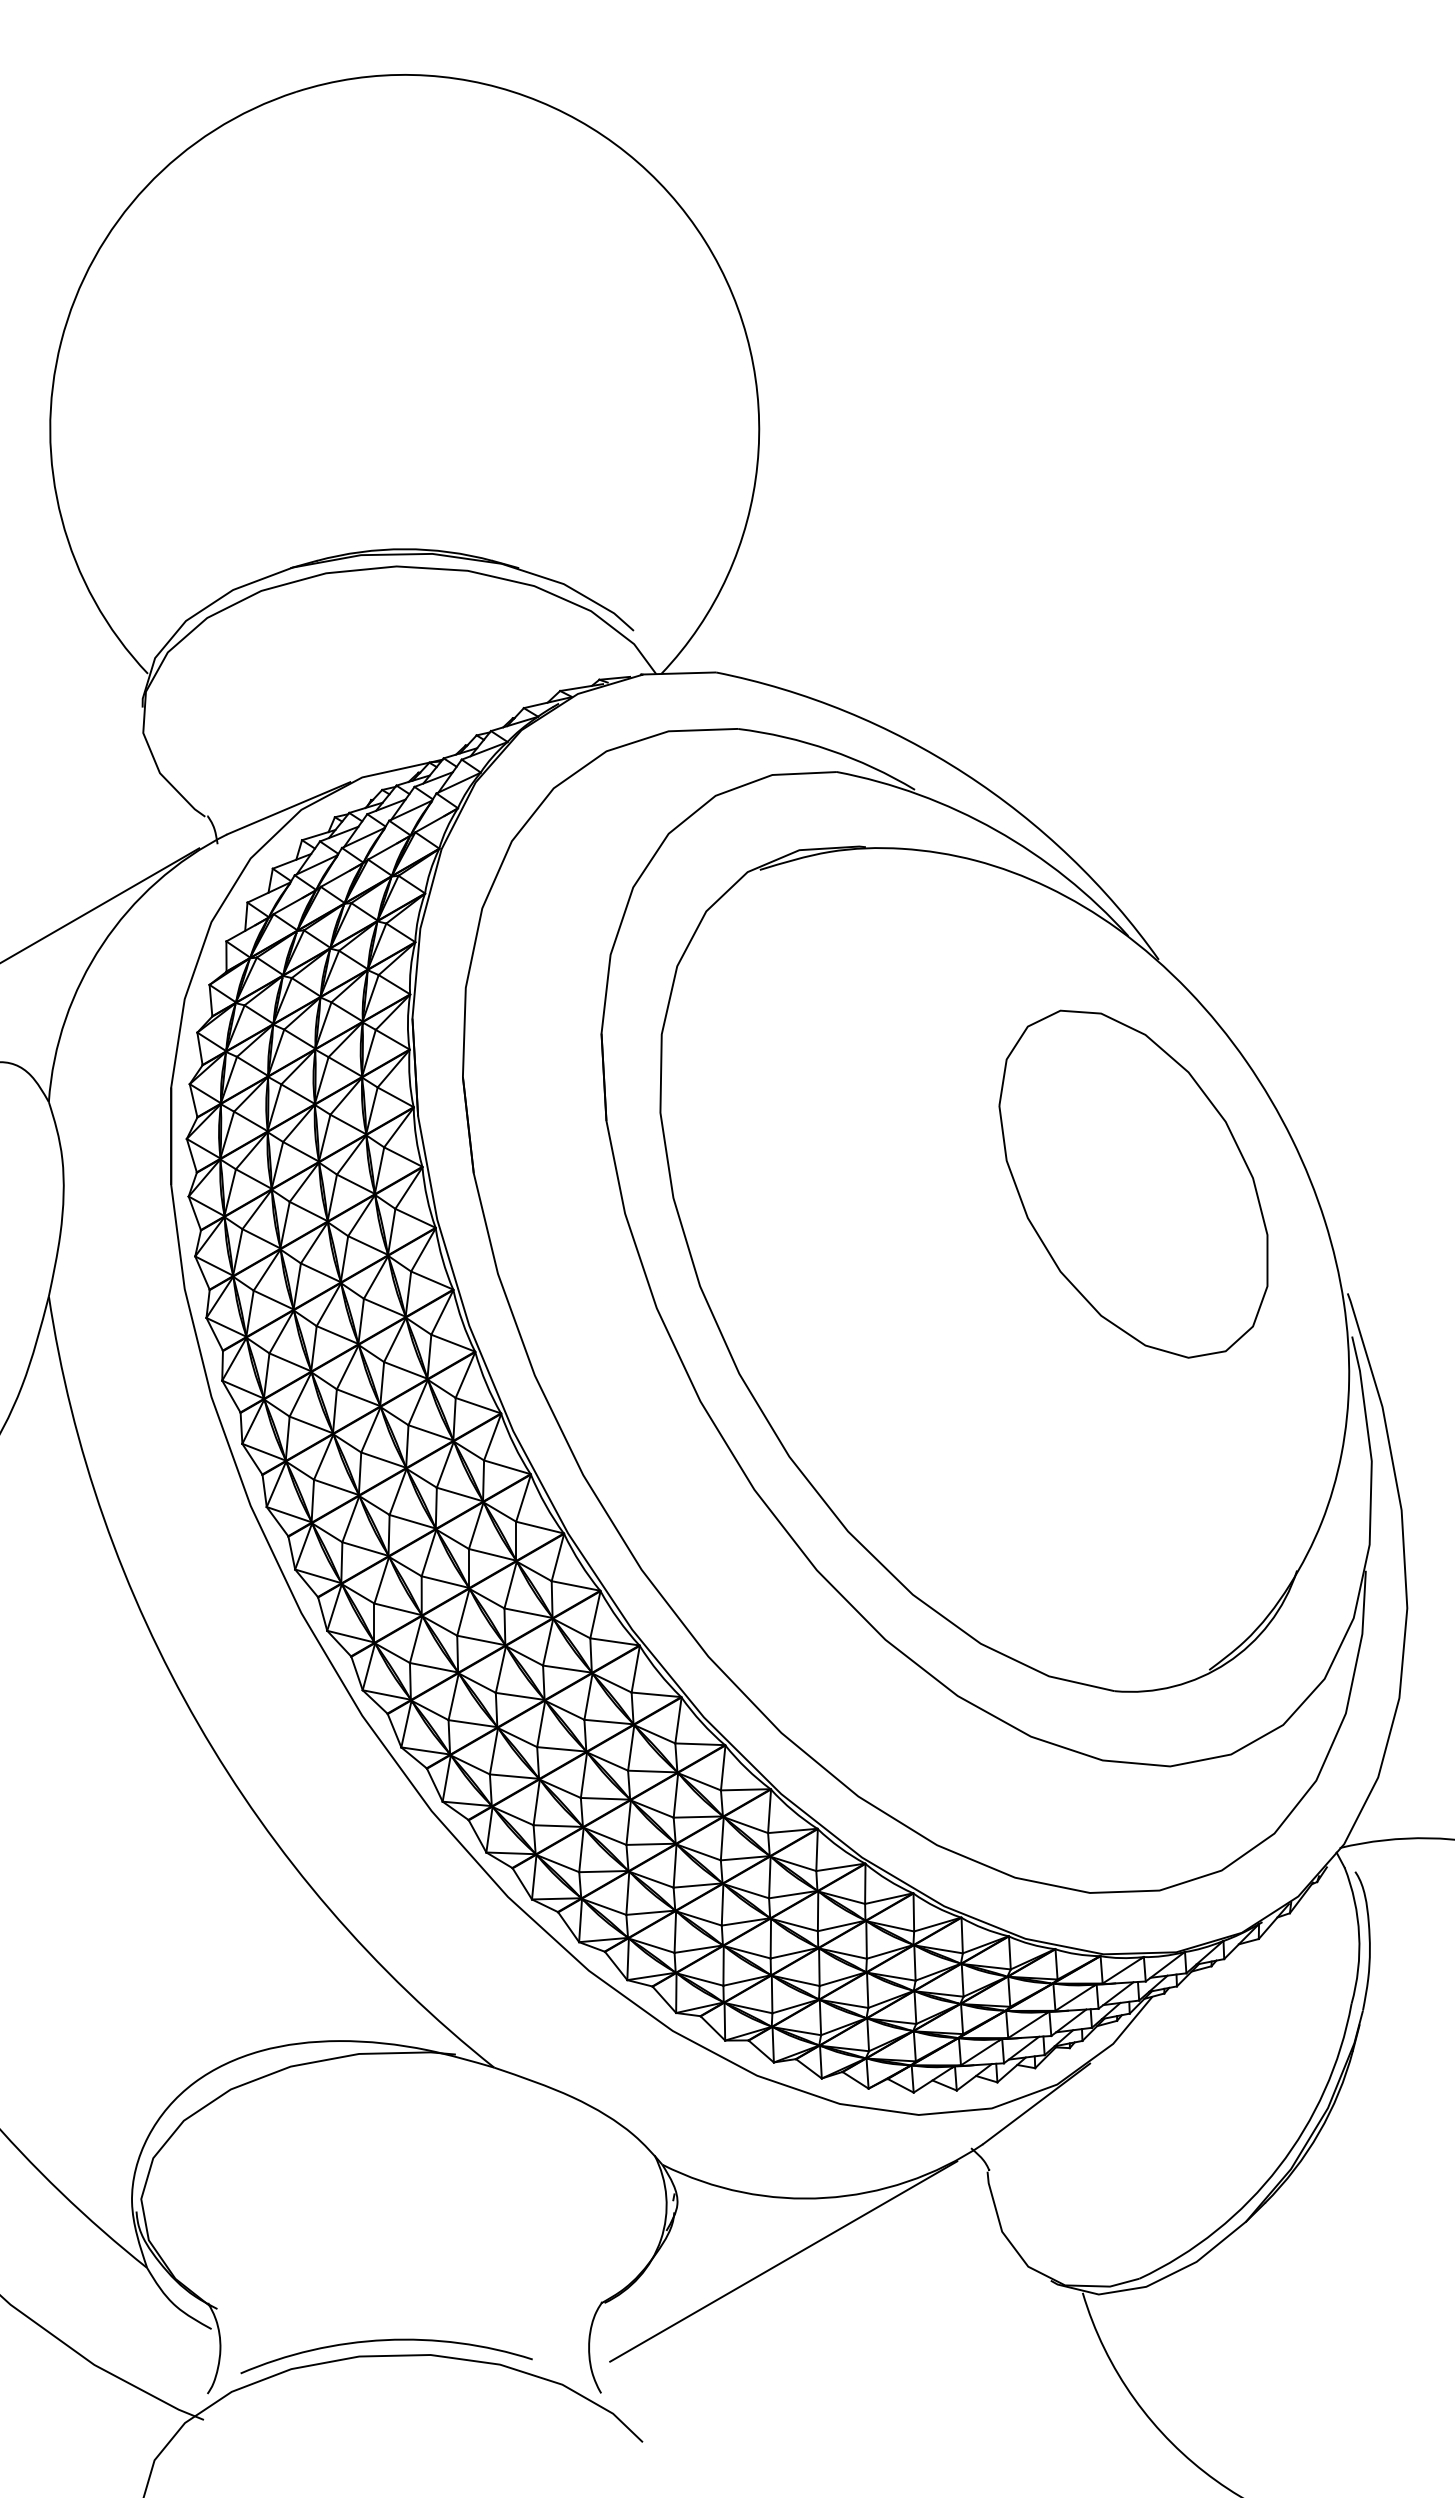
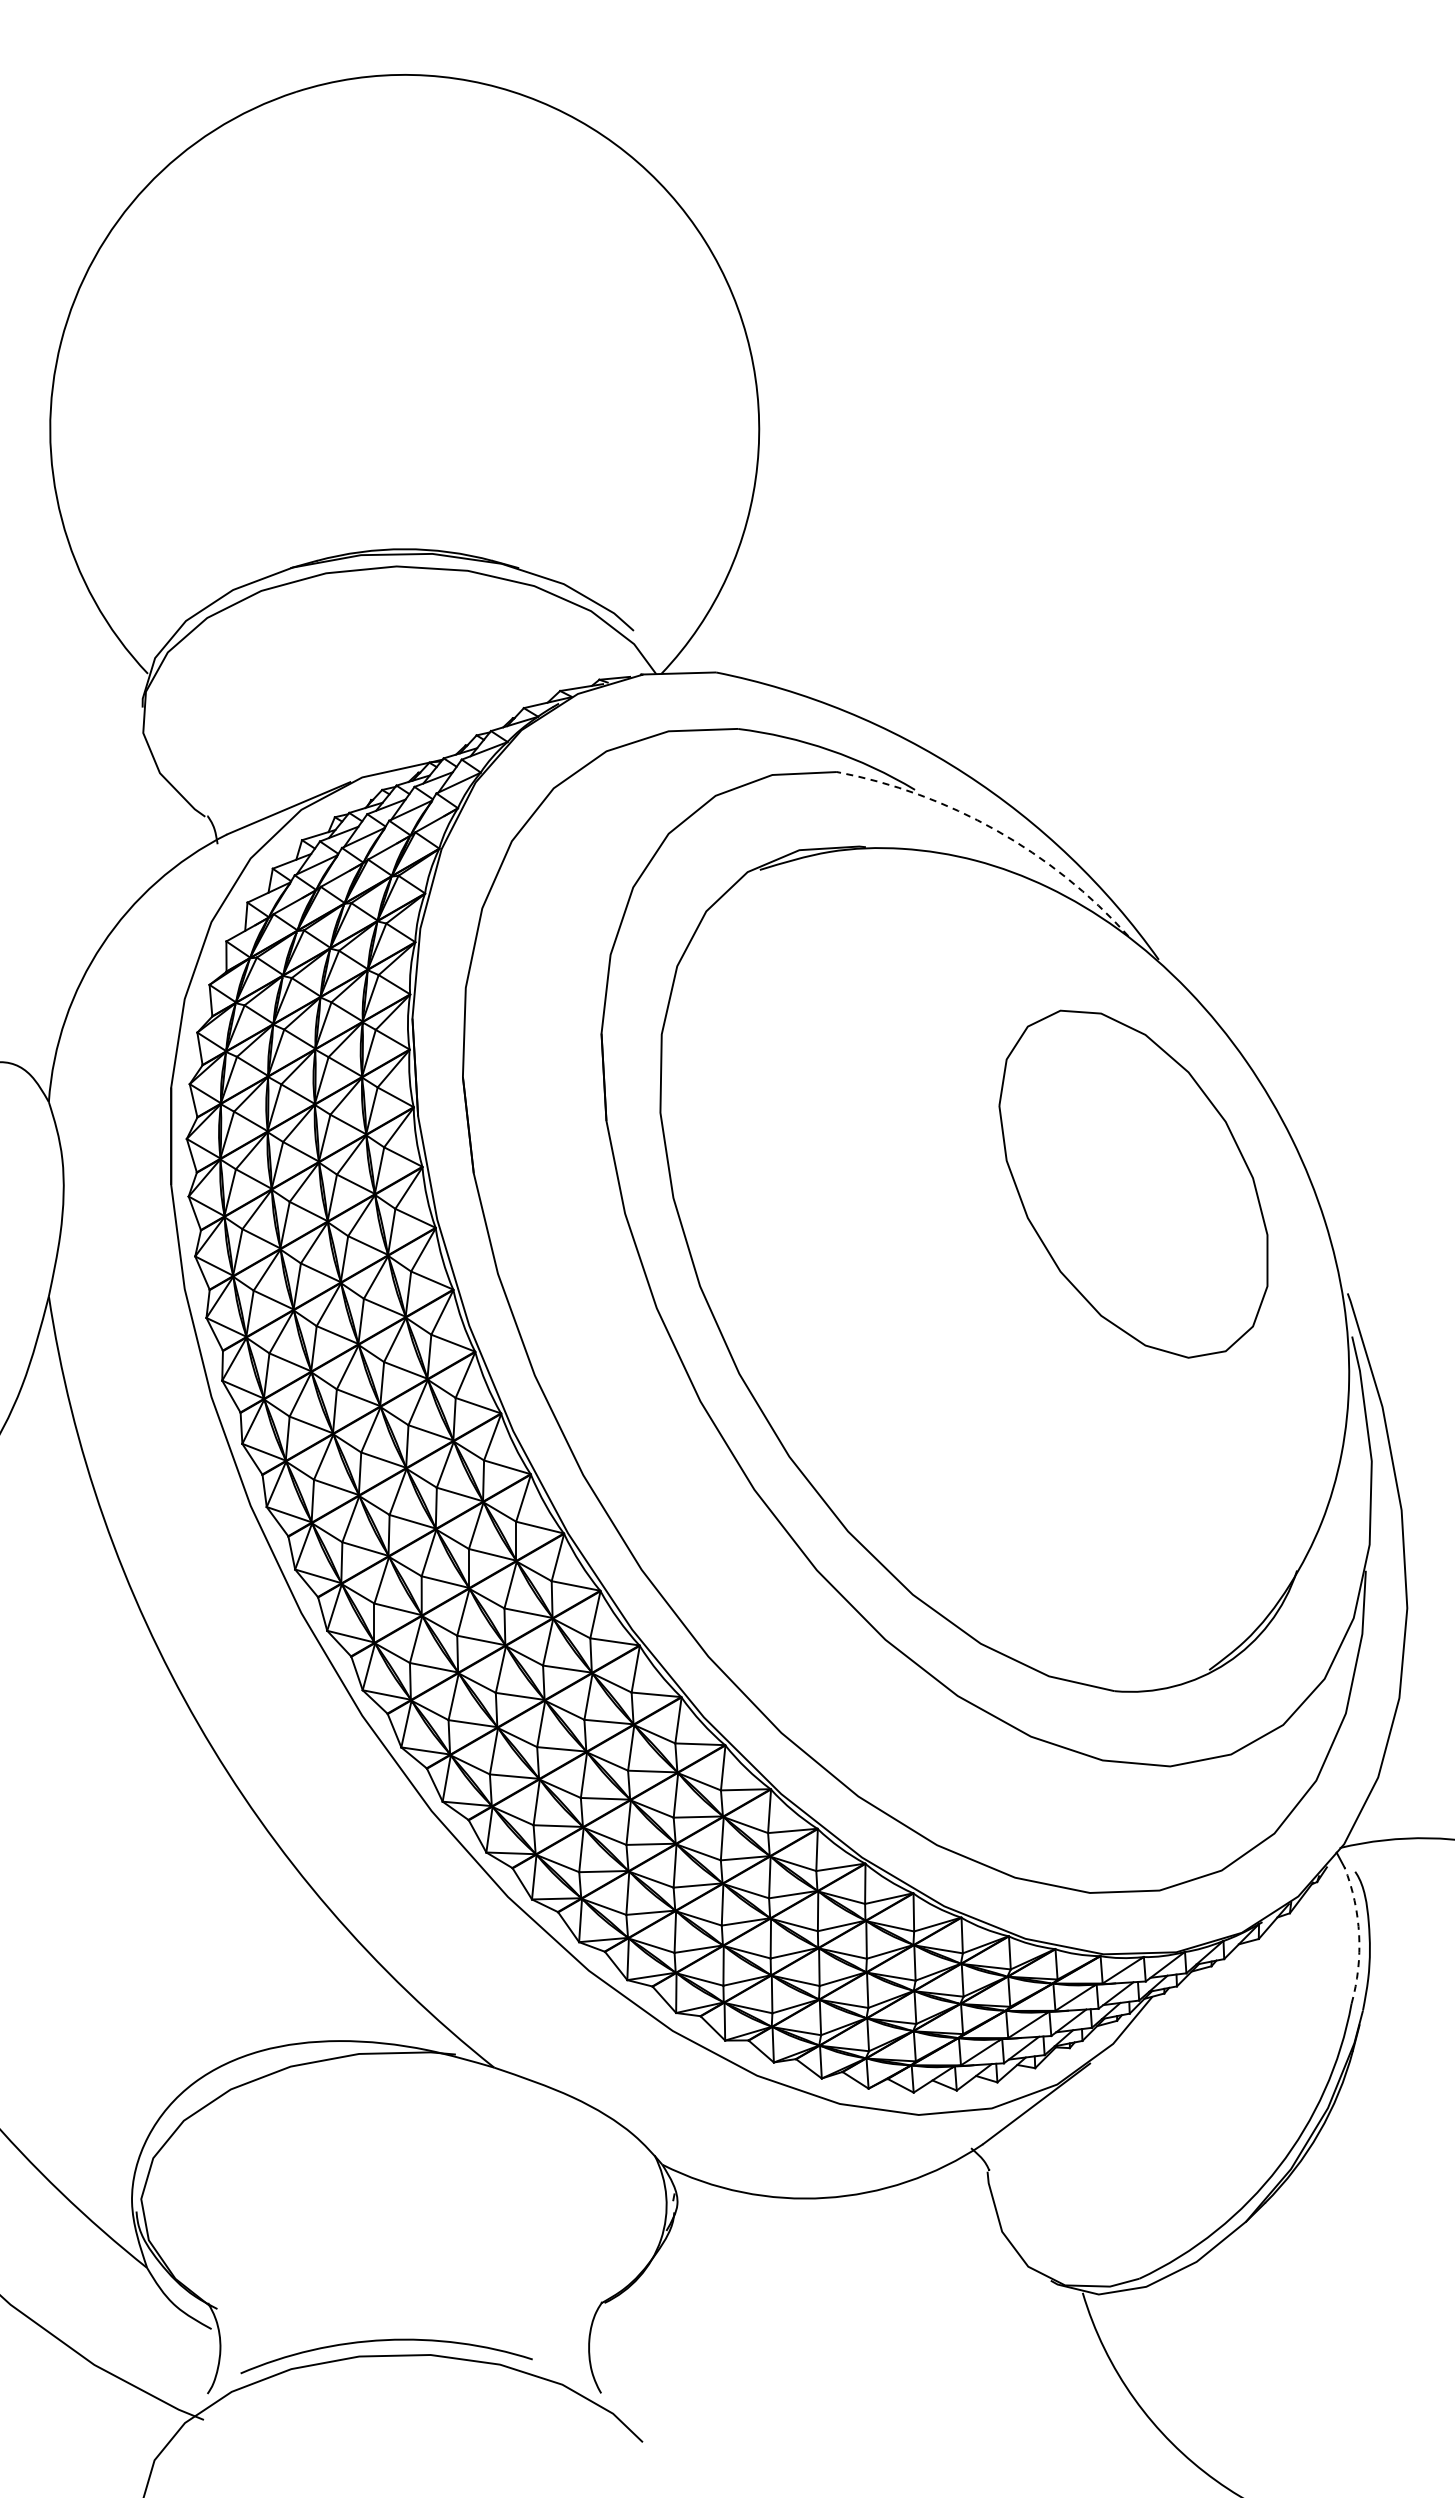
arc at (996, 830): solid -> dashed
line at (100, 905): present -> none
arc at (1359, 1935): solid -> dashed
line at (783, 2261): present -> none
